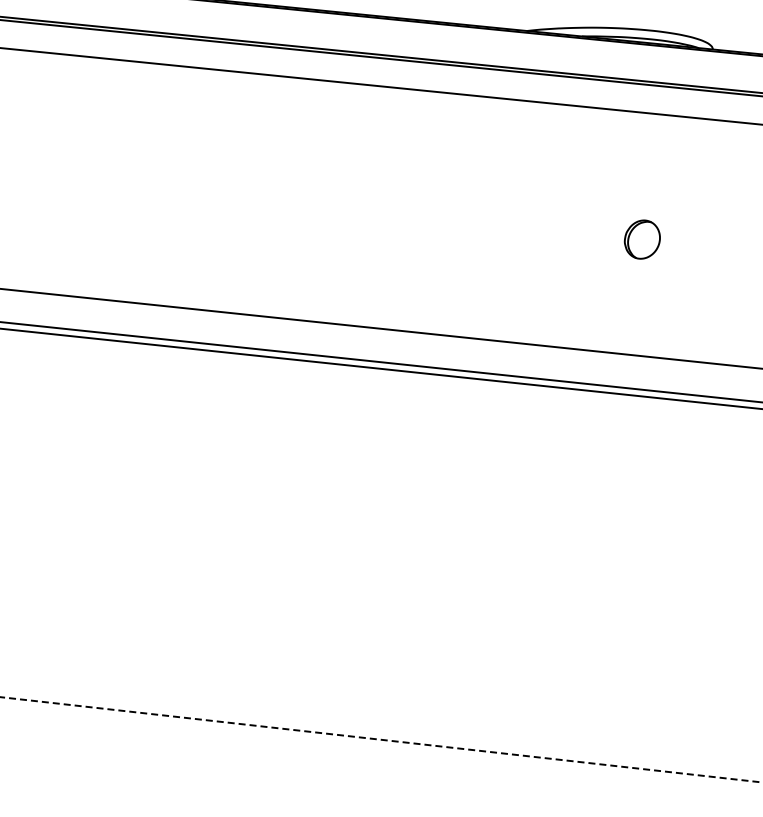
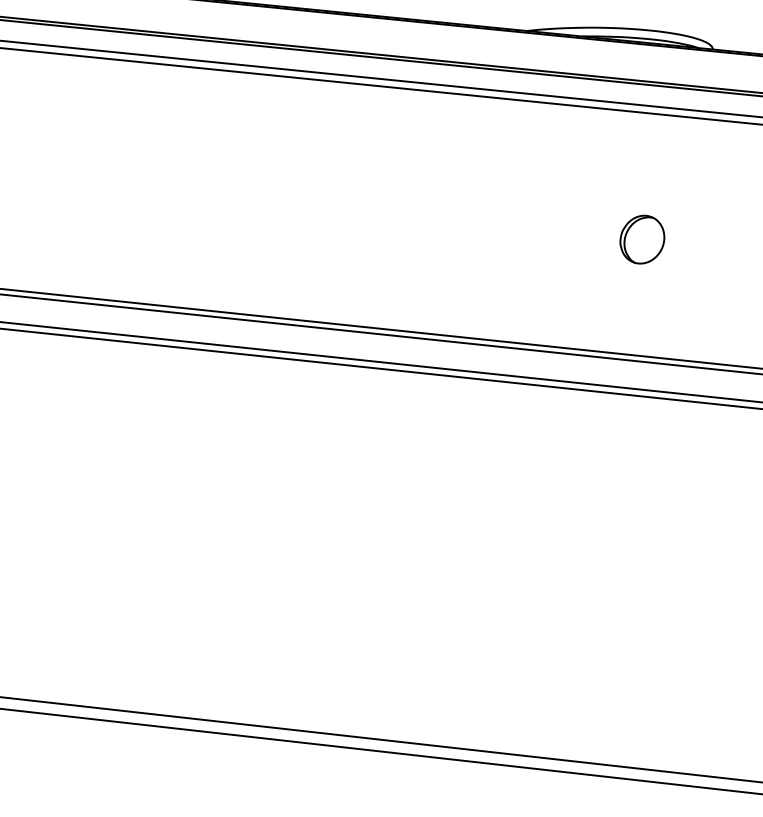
line at (380, 79): none -> present
part at (641, 239) size: 38x41 px -> 47x51 px
line at (380, 334): none -> present
line at (381, 739): dashed -> solid
line at (380, 751): none -> present
